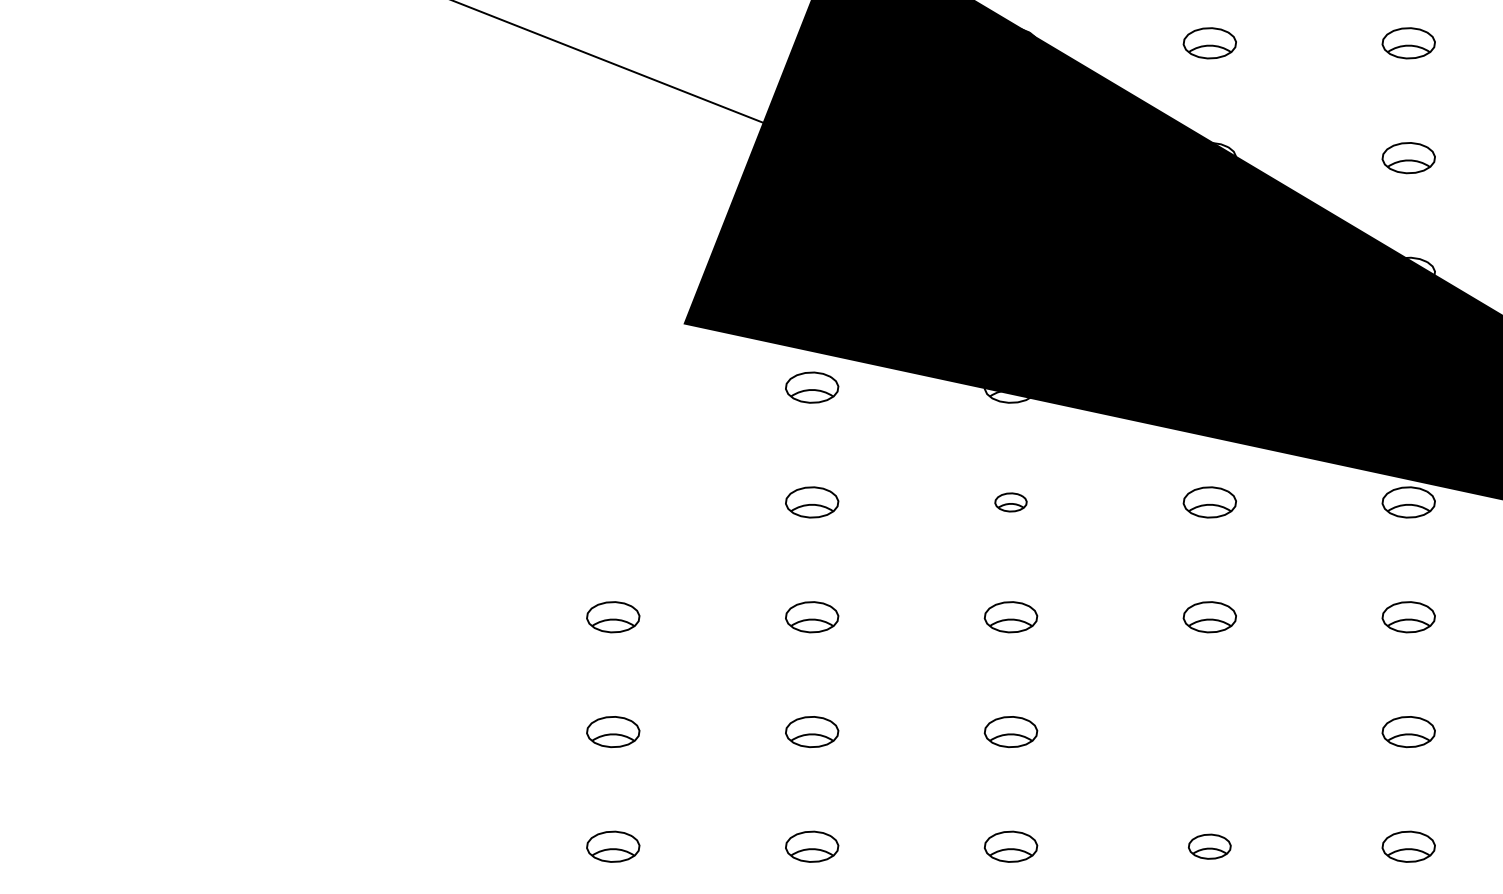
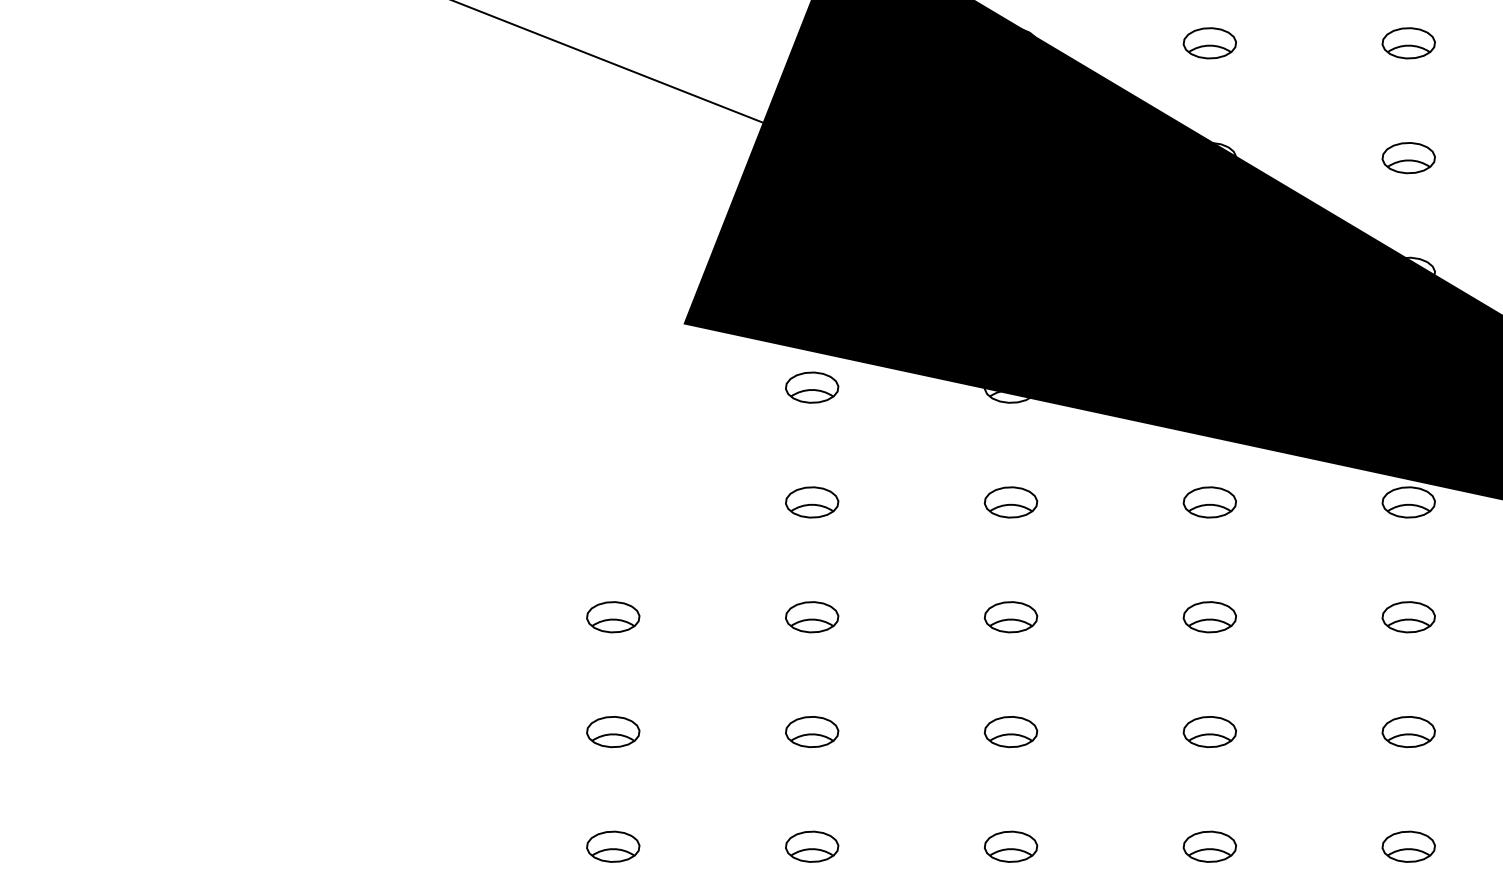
part at (1010, 502) size: 34x21 px -> 56x33 px
part at (1209, 732): none -> present
part at (1209, 846) size: 44x27 px -> 55x33 px
